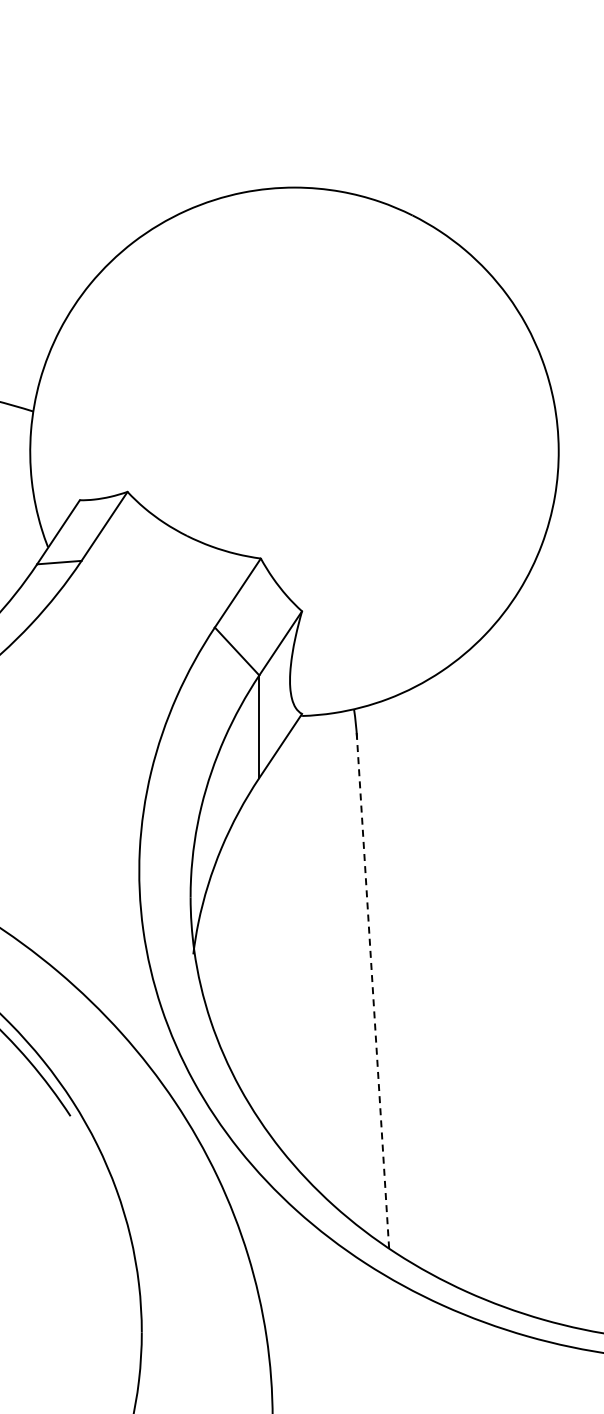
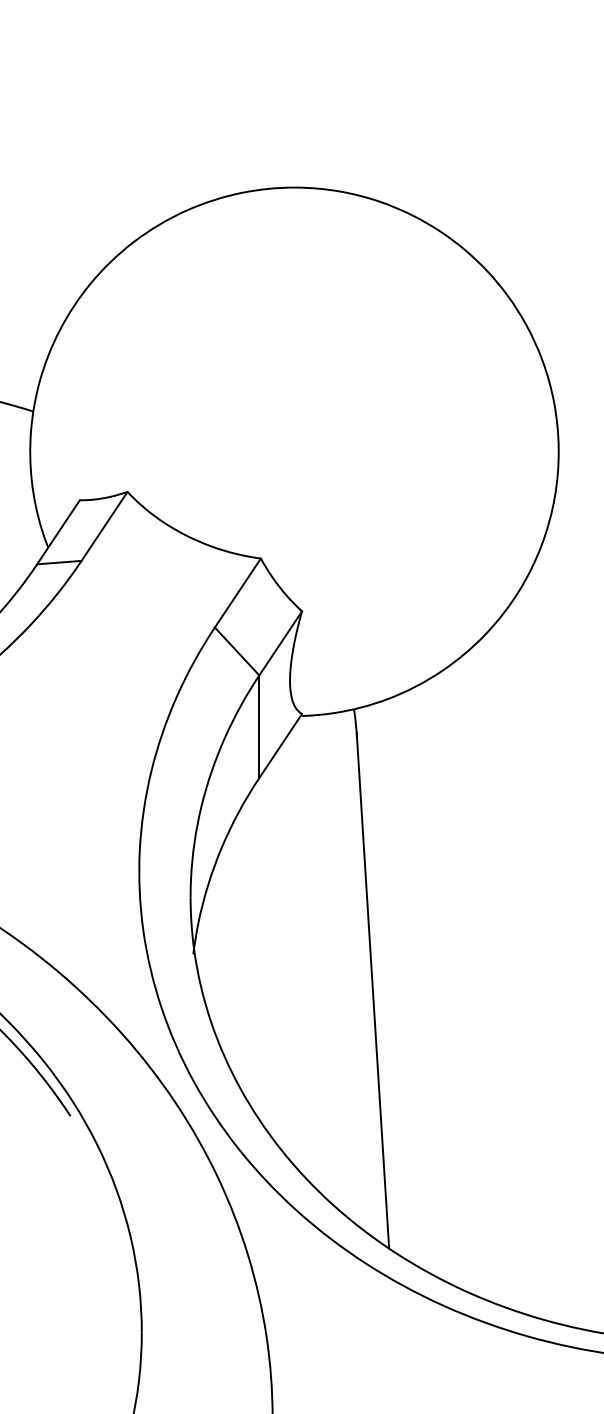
line at (372, 991): dashed -> solid
